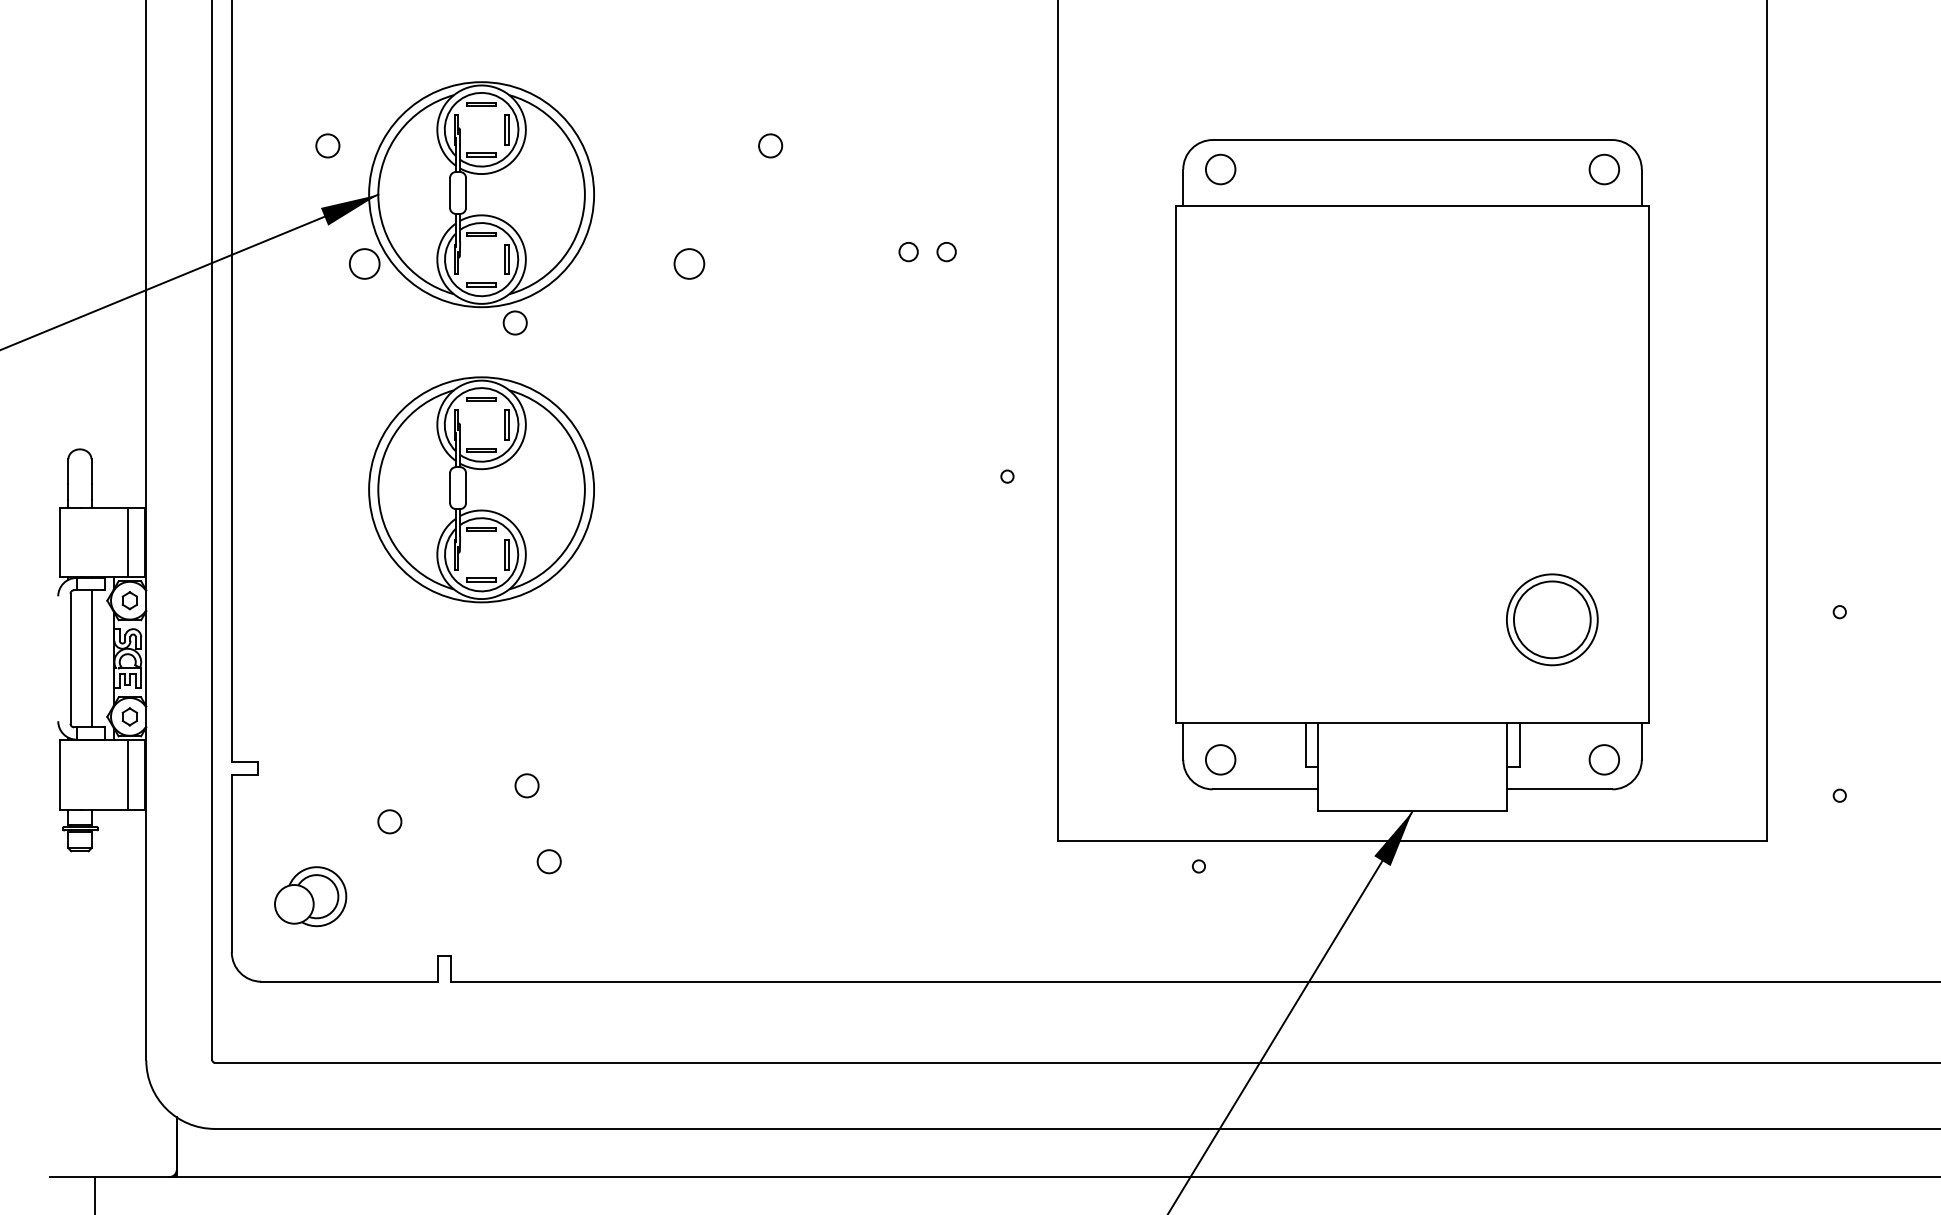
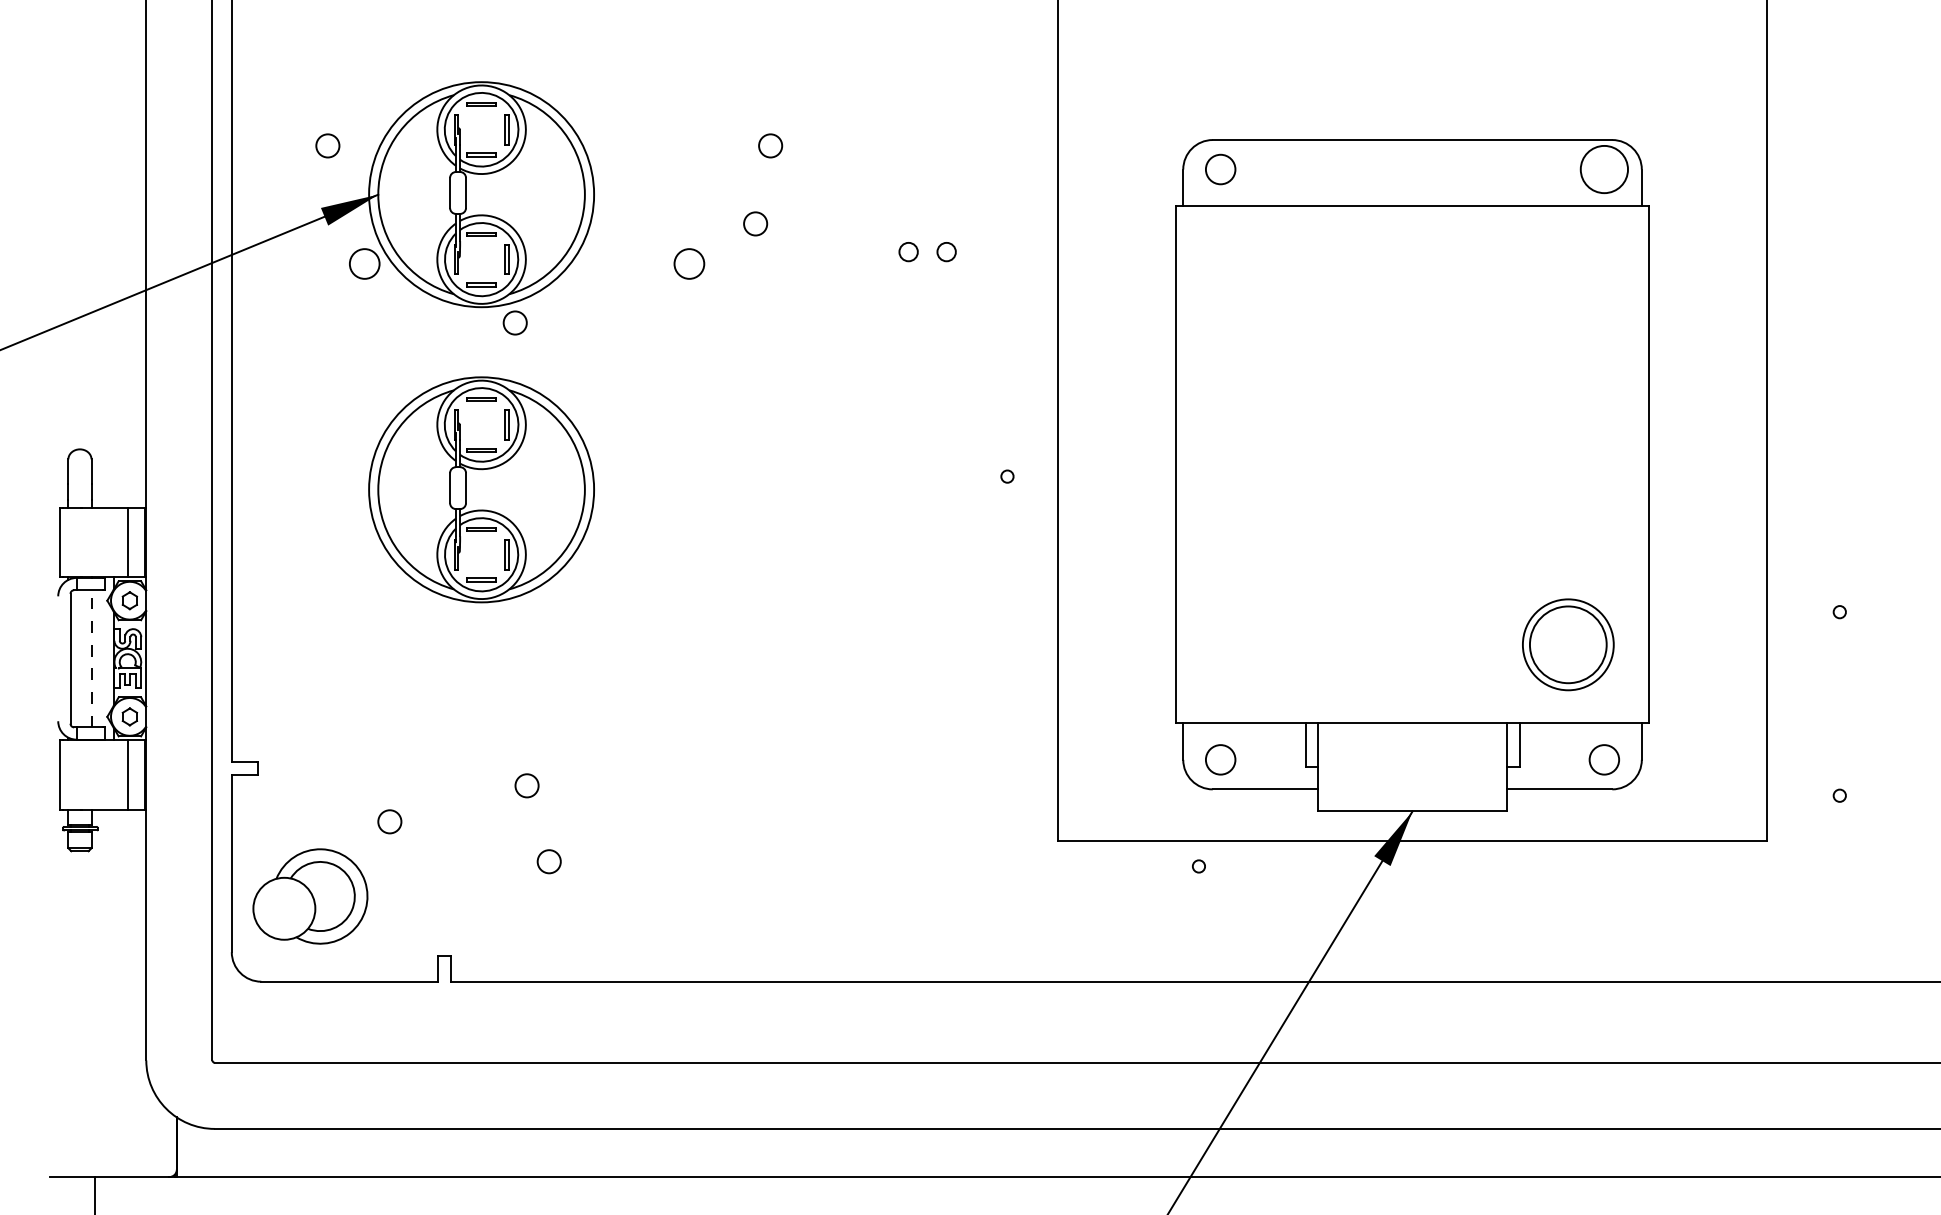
circle at (1604, 169) diameter: 30 px -> 47 px
circle at (755, 223): none -> present
part at (1552, 619) position: (1552, 619) -> (1568, 644)
line at (91, 658): solid -> dashed
part at (310, 896) size: 74x62 px -> 117x97 px
